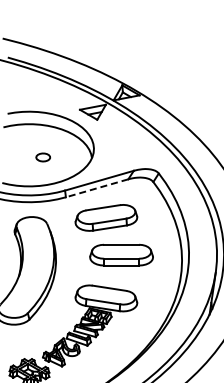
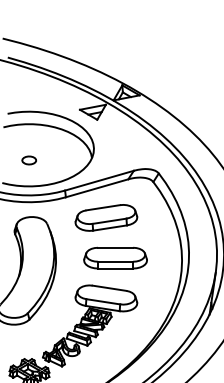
part at (42, 157) position: (42, 157) -> (28, 160)
line at (96, 188): dashed -> solid
part at (121, 254) position: (121, 254) -> (115, 257)
